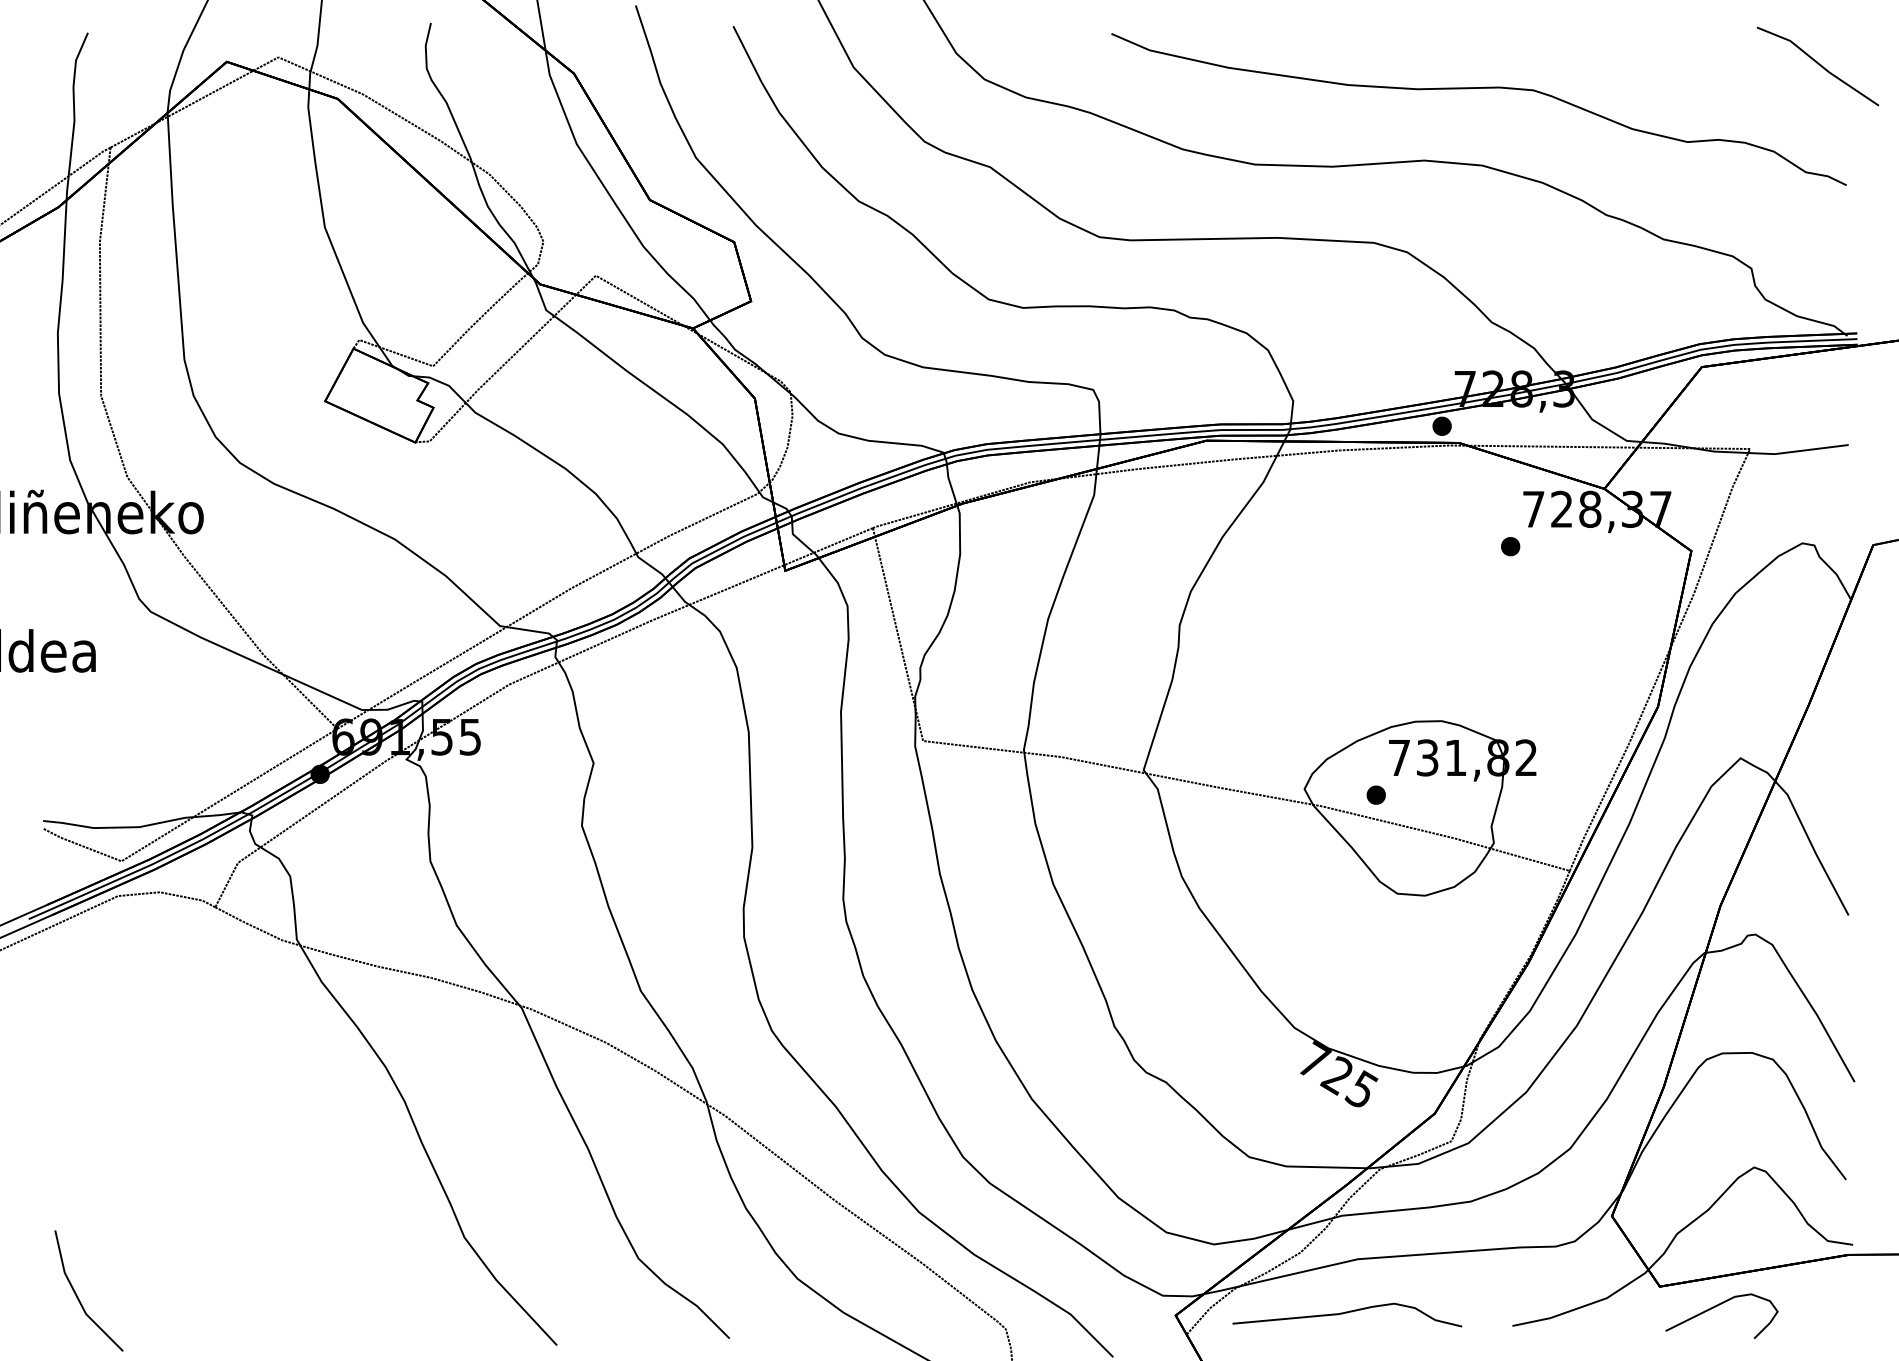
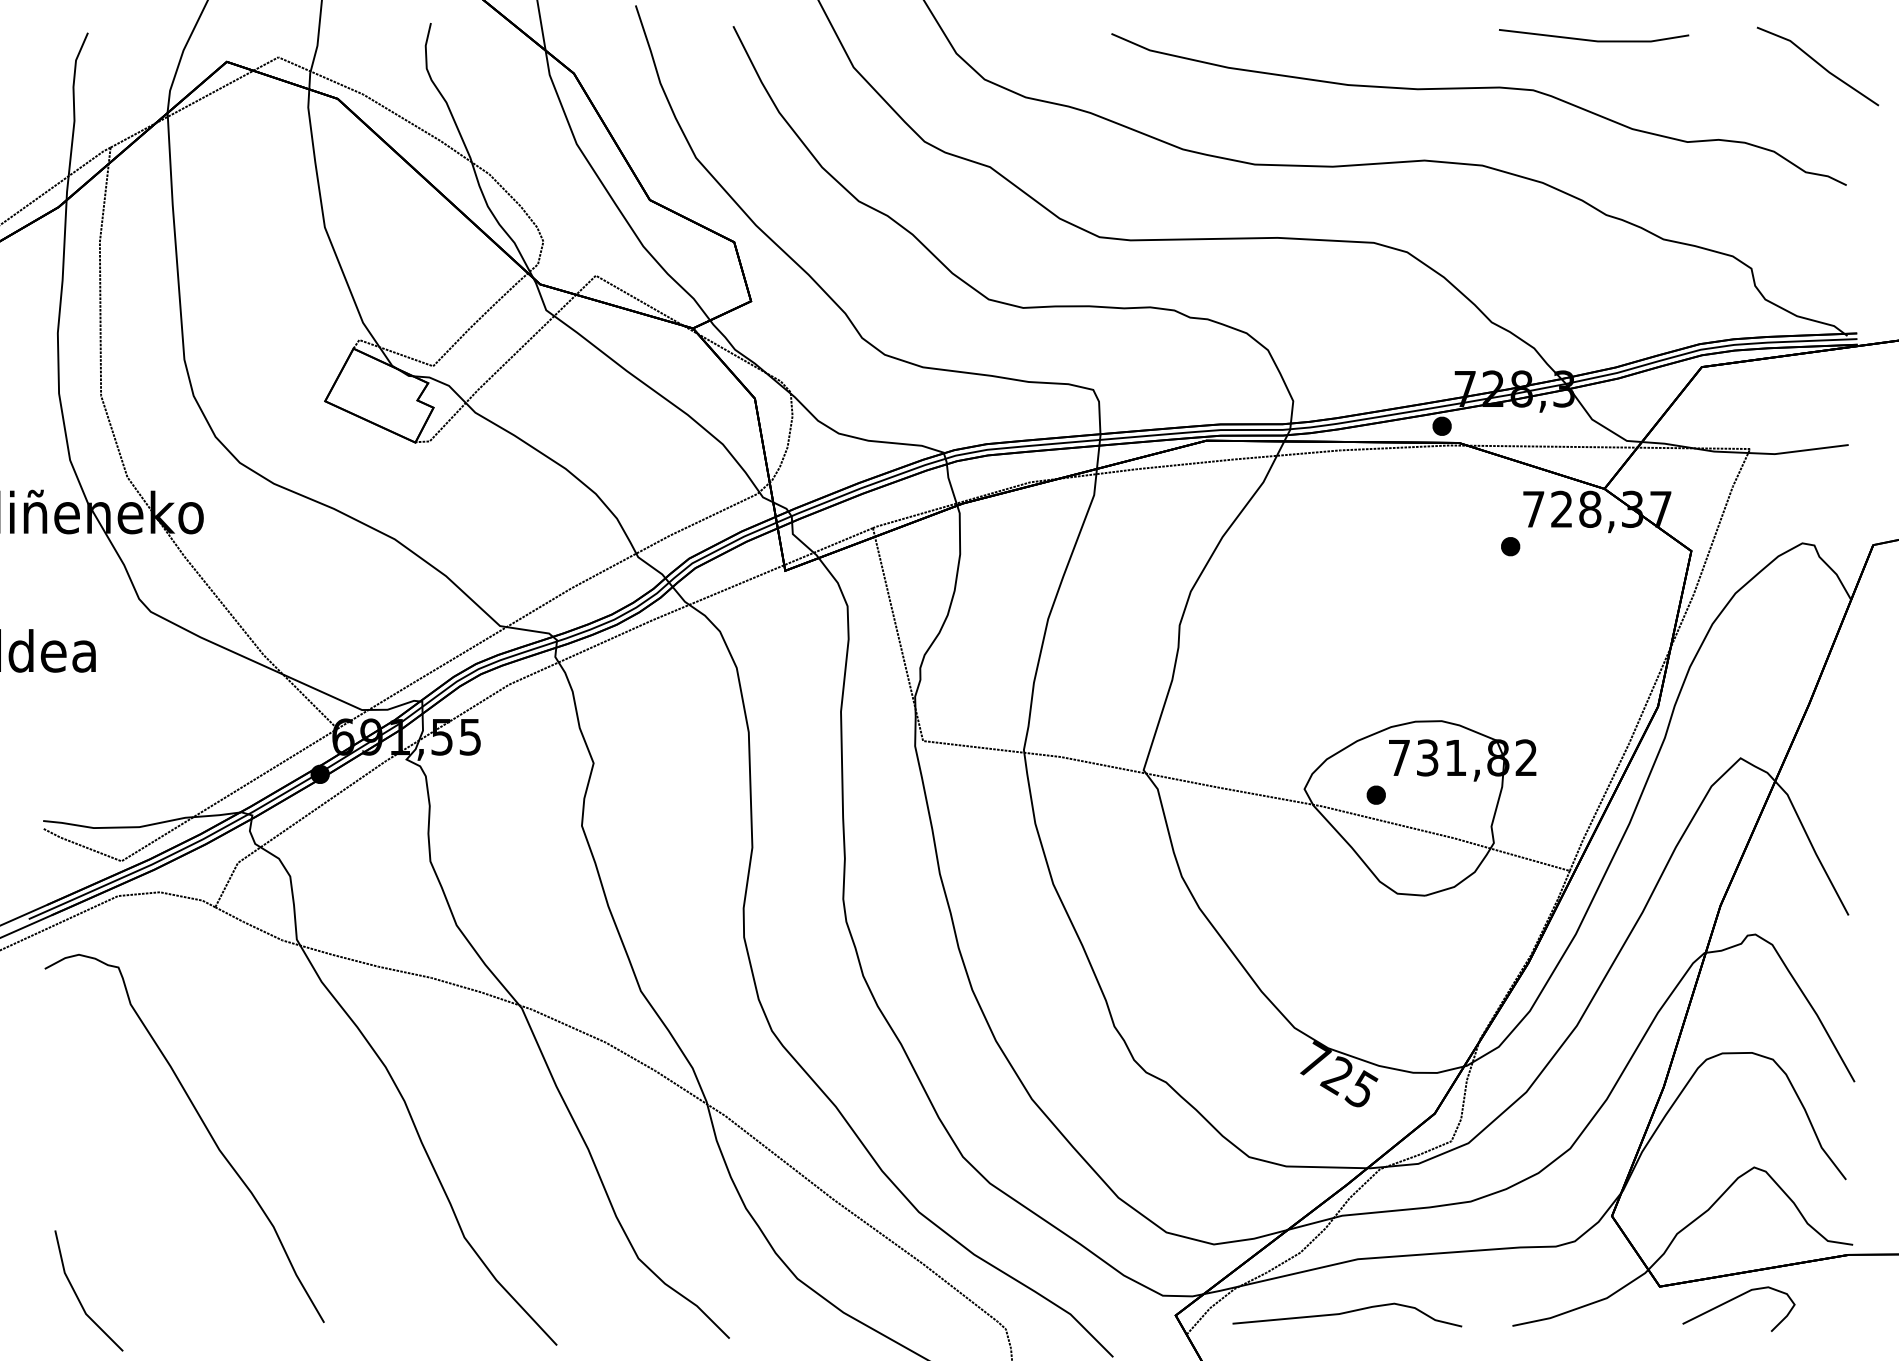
line at (1592, 39): none -> present
curve at (205, 1128): none -> present
curve at (1717, 1306) position: (1717, 1306) -> (1734, 1299)
